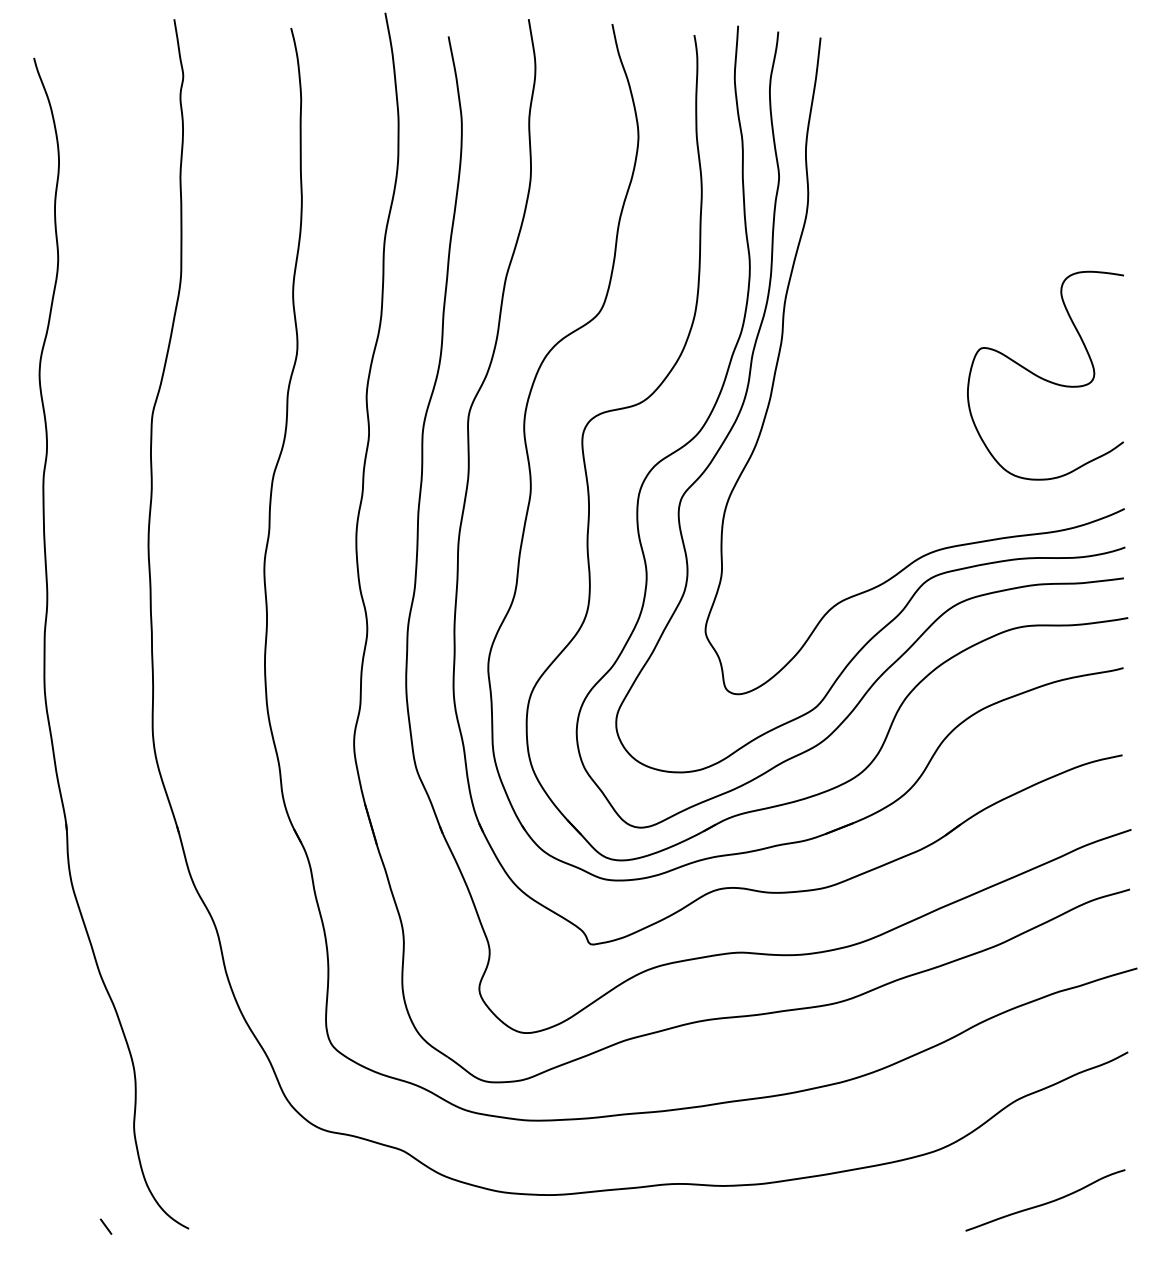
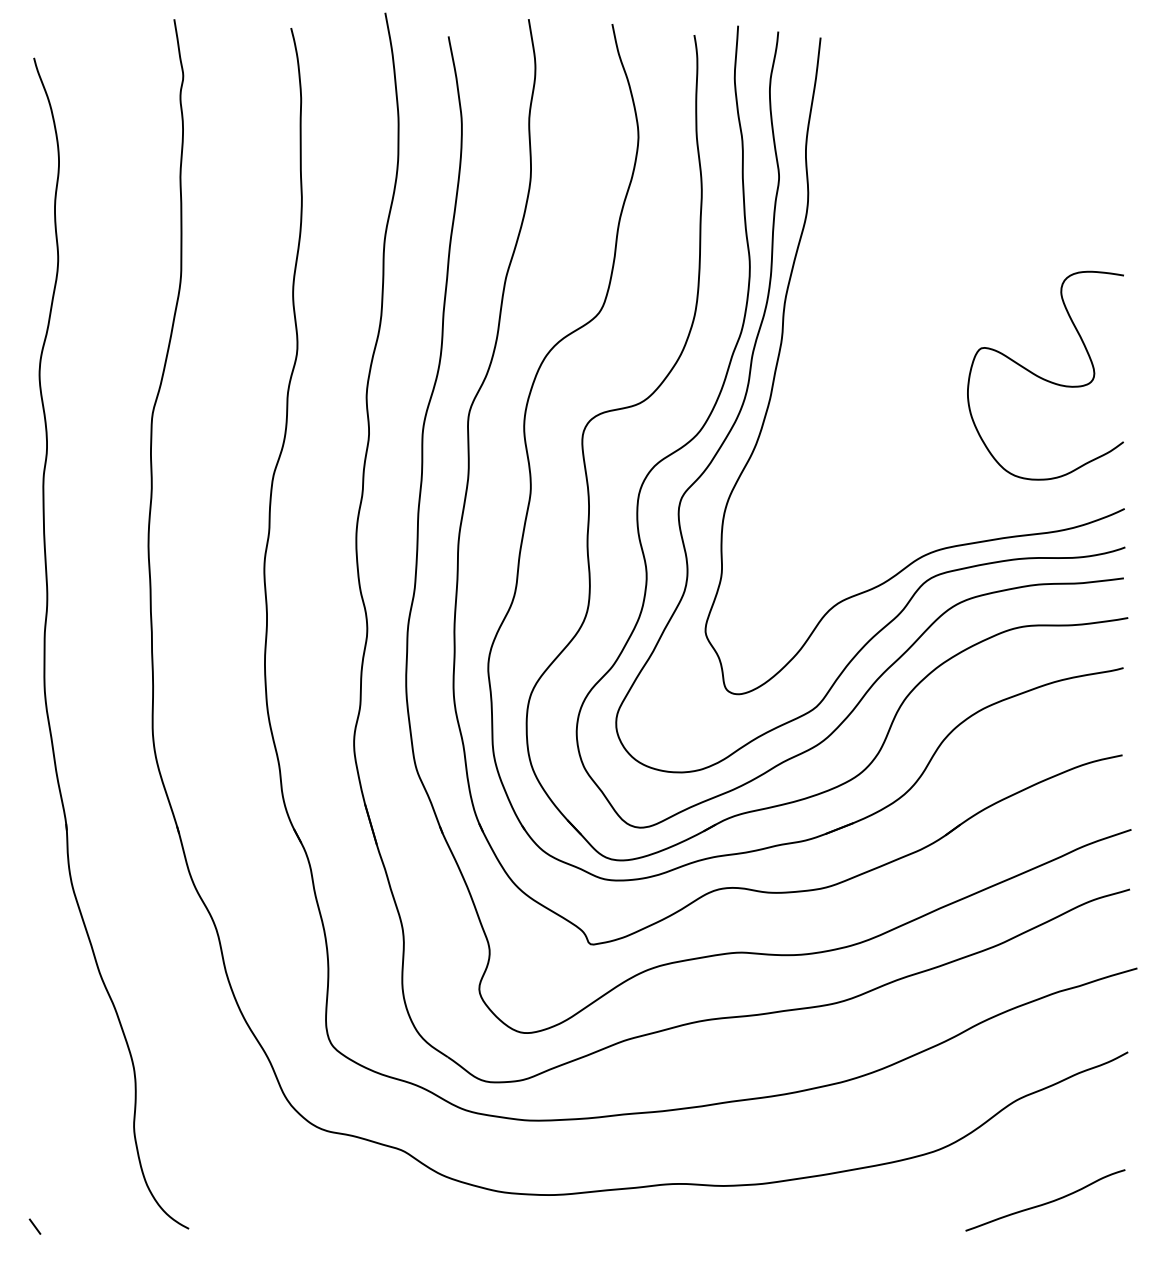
line at (105, 1226) position: (105, 1226) -> (34, 1226)
